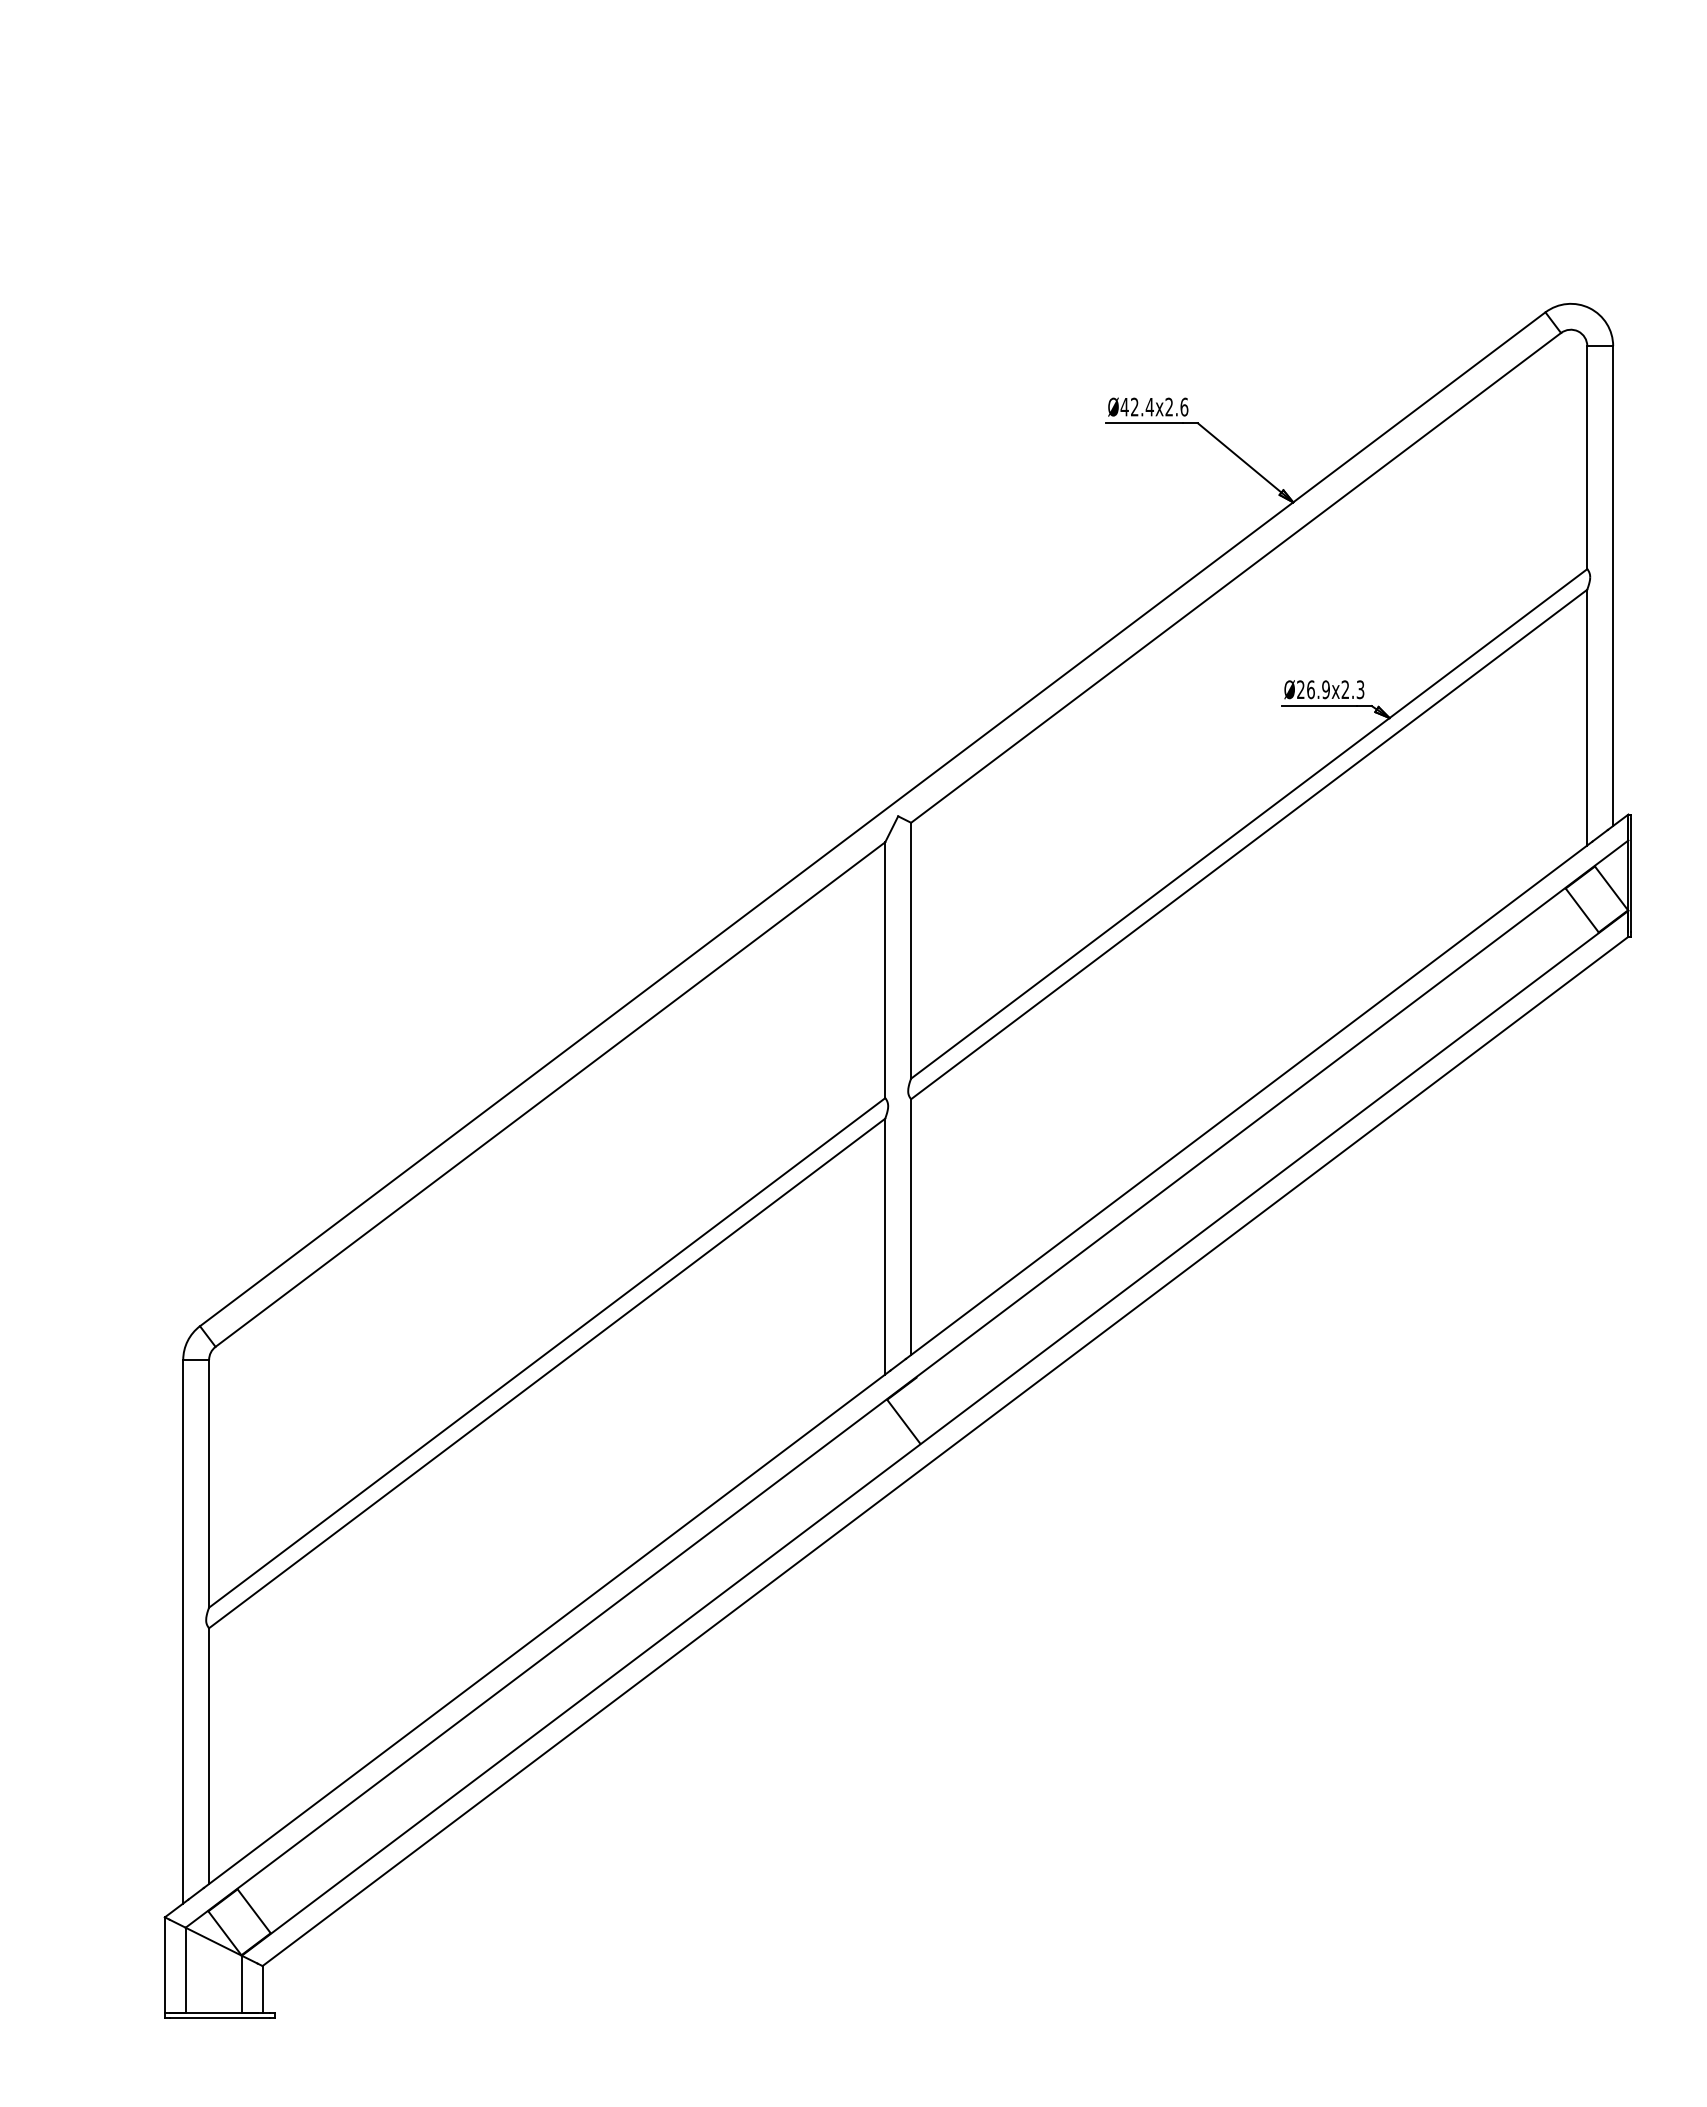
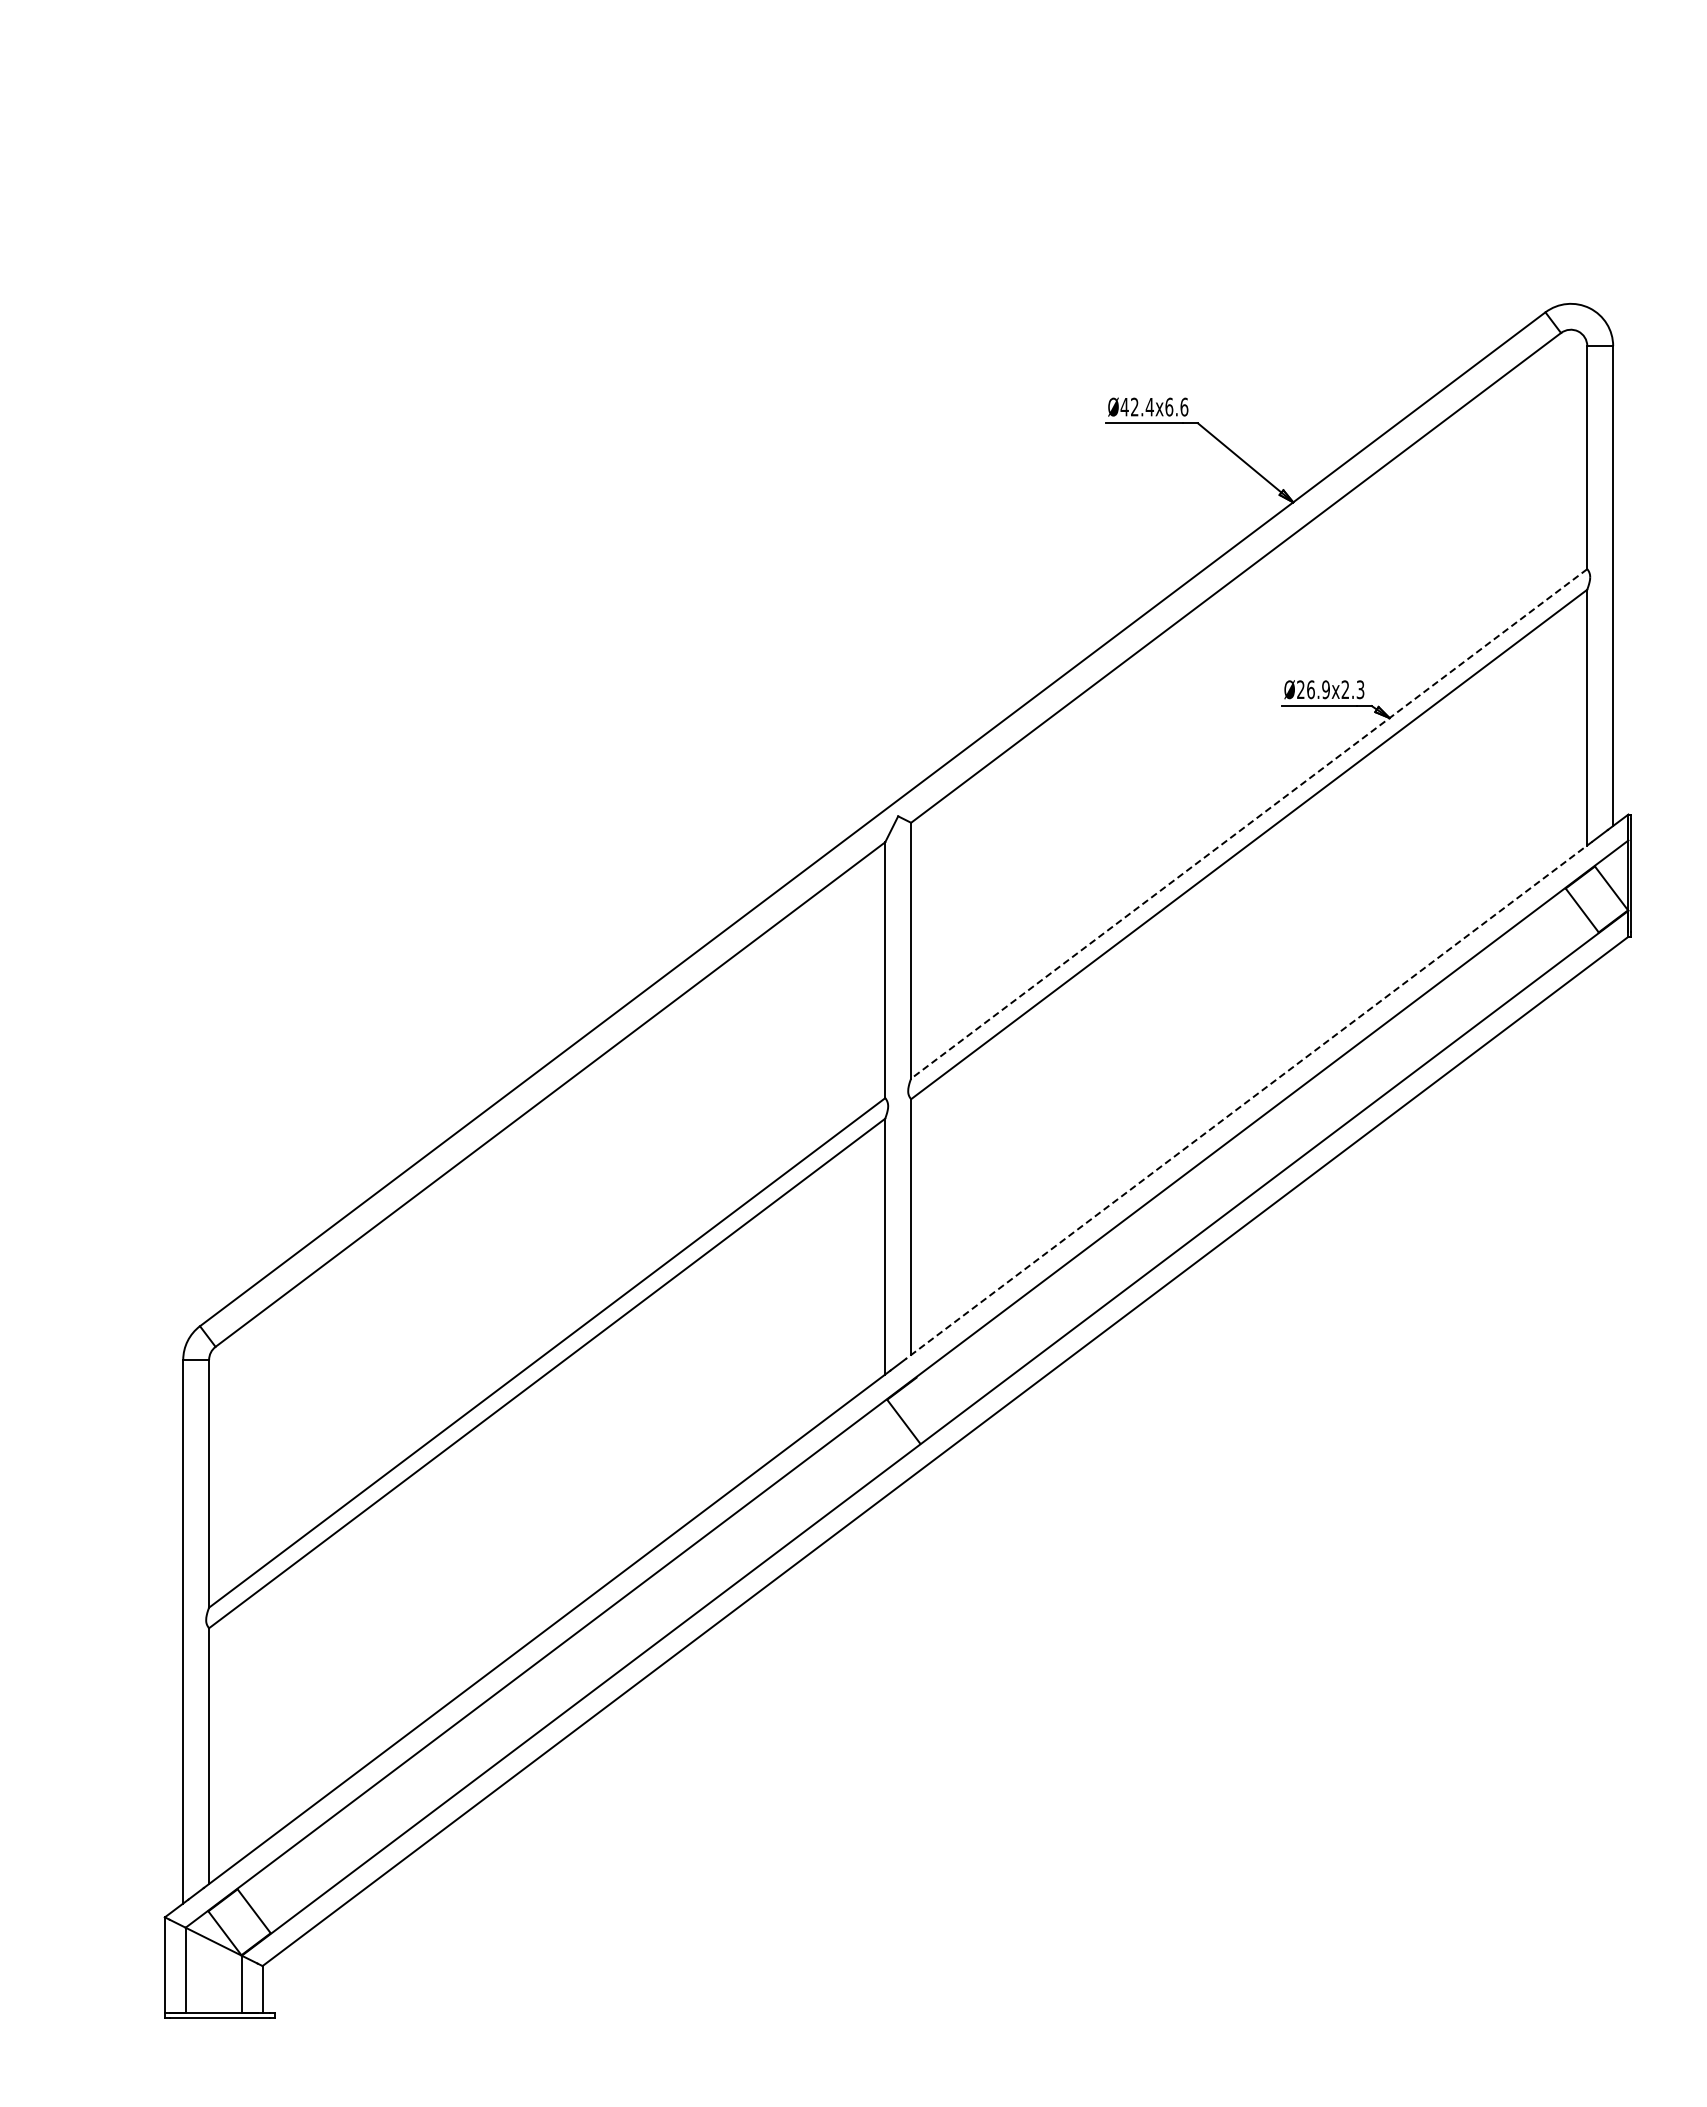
text at (1169, 406): Ø42.4x2.6 -> Ø42.4x6.6
line at (1248, 824): solid -> dashed
line at (1249, 1100): solid -> dashed
